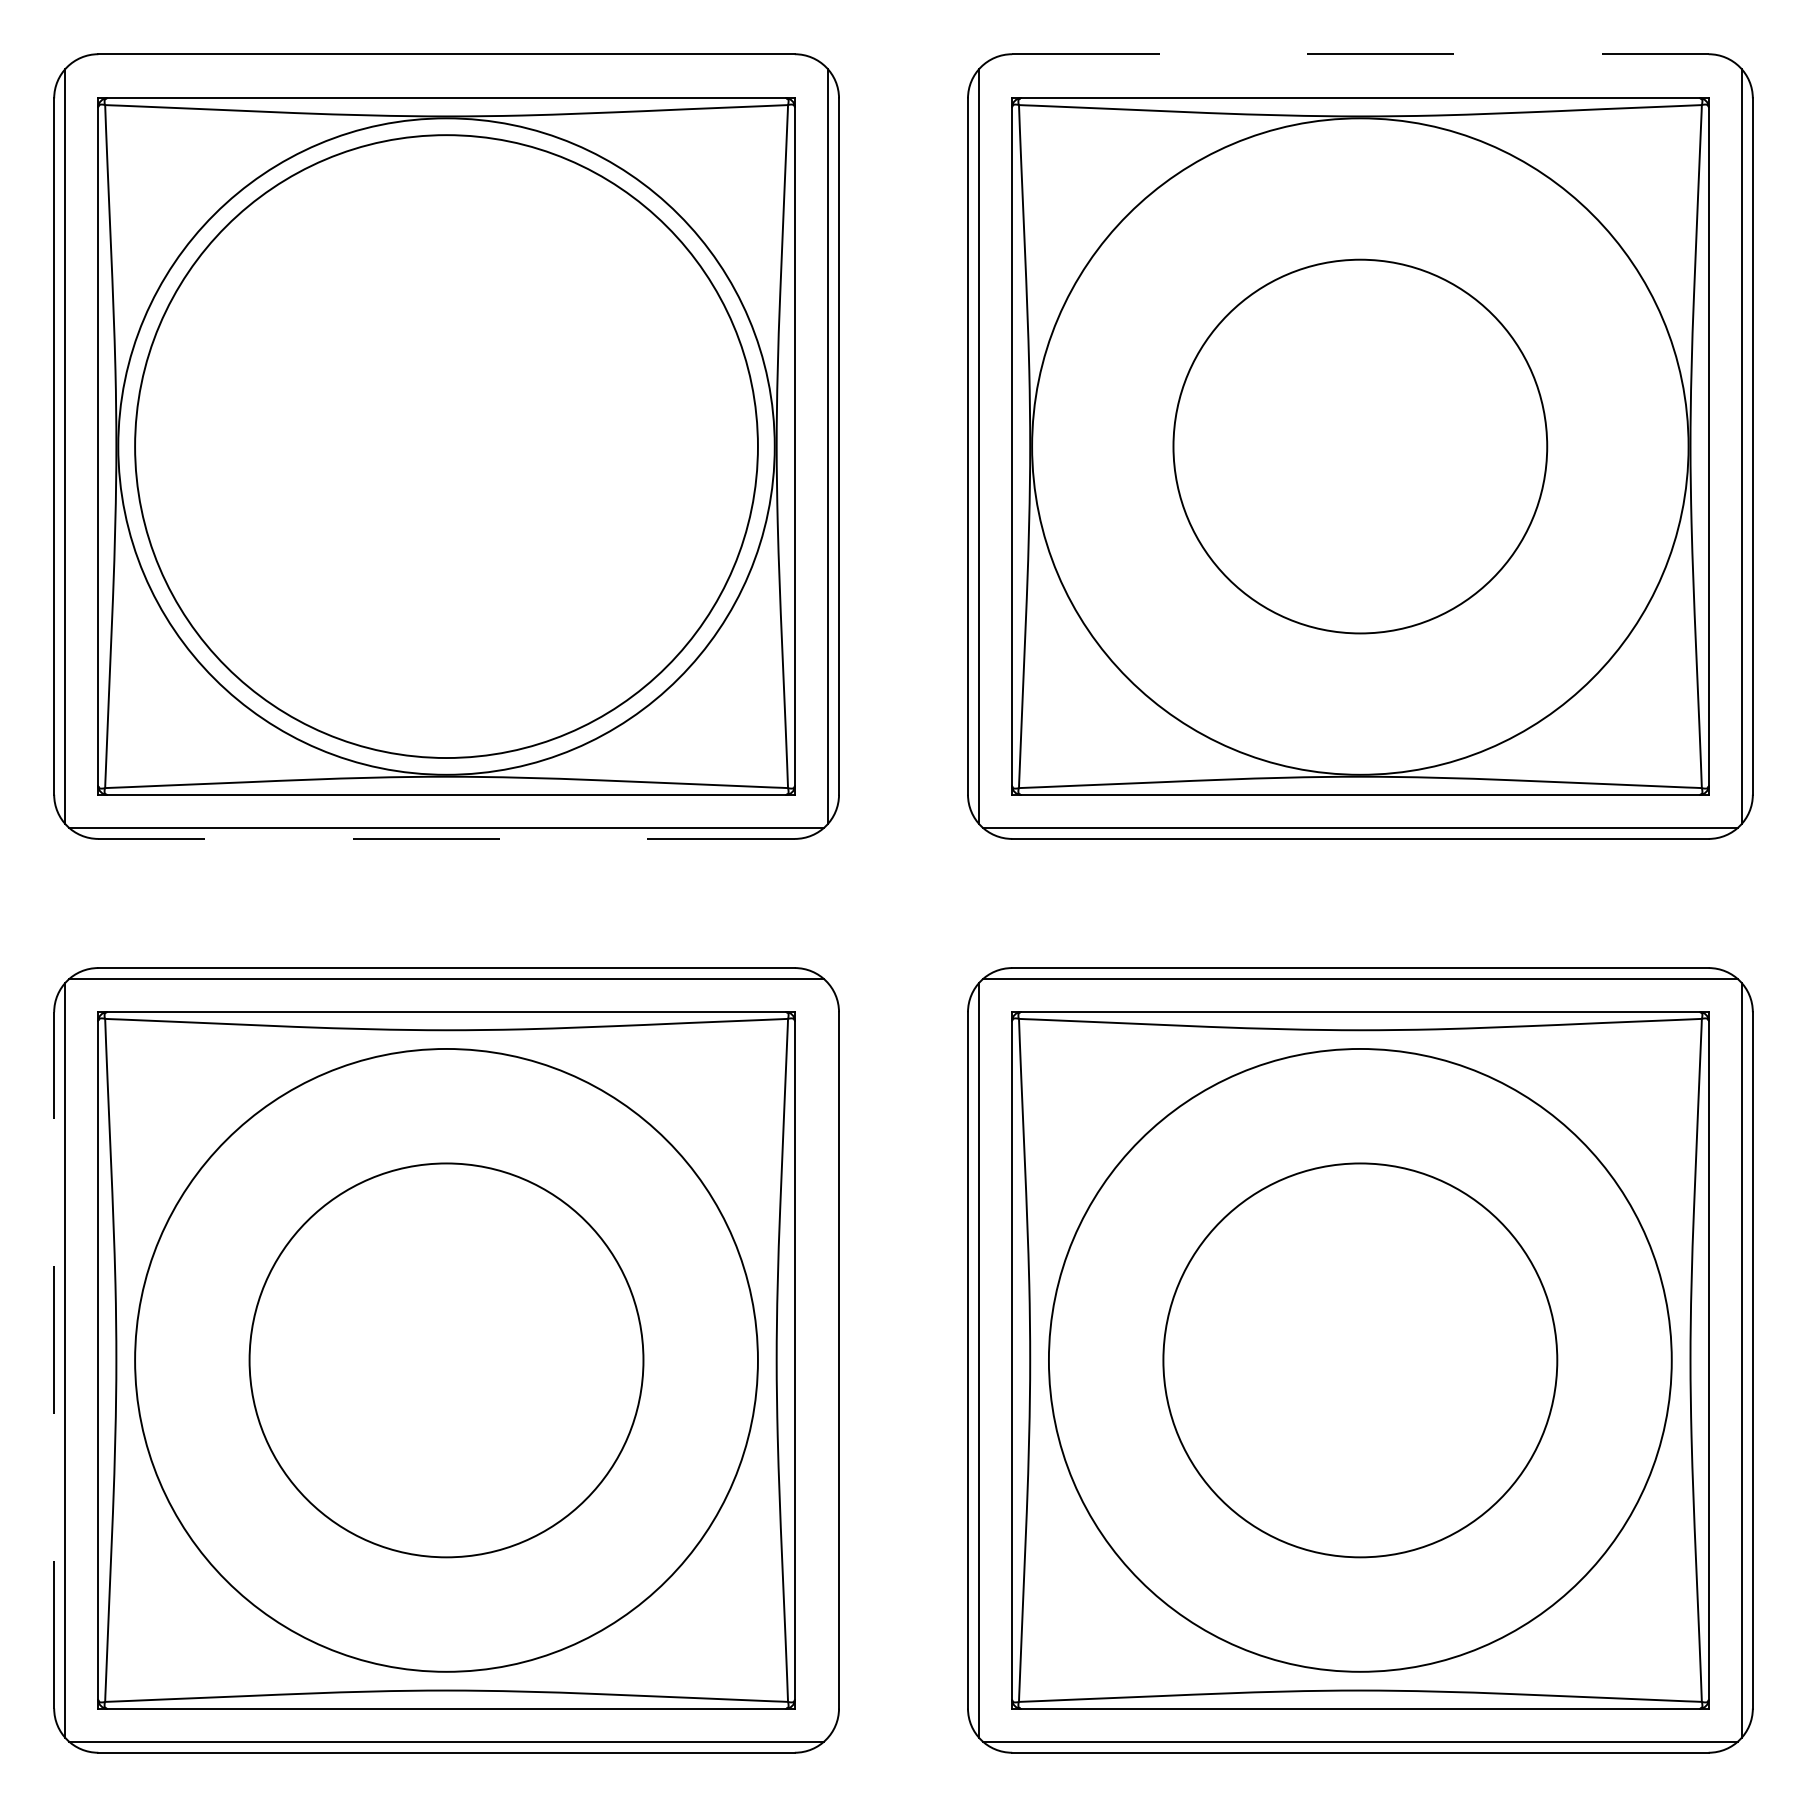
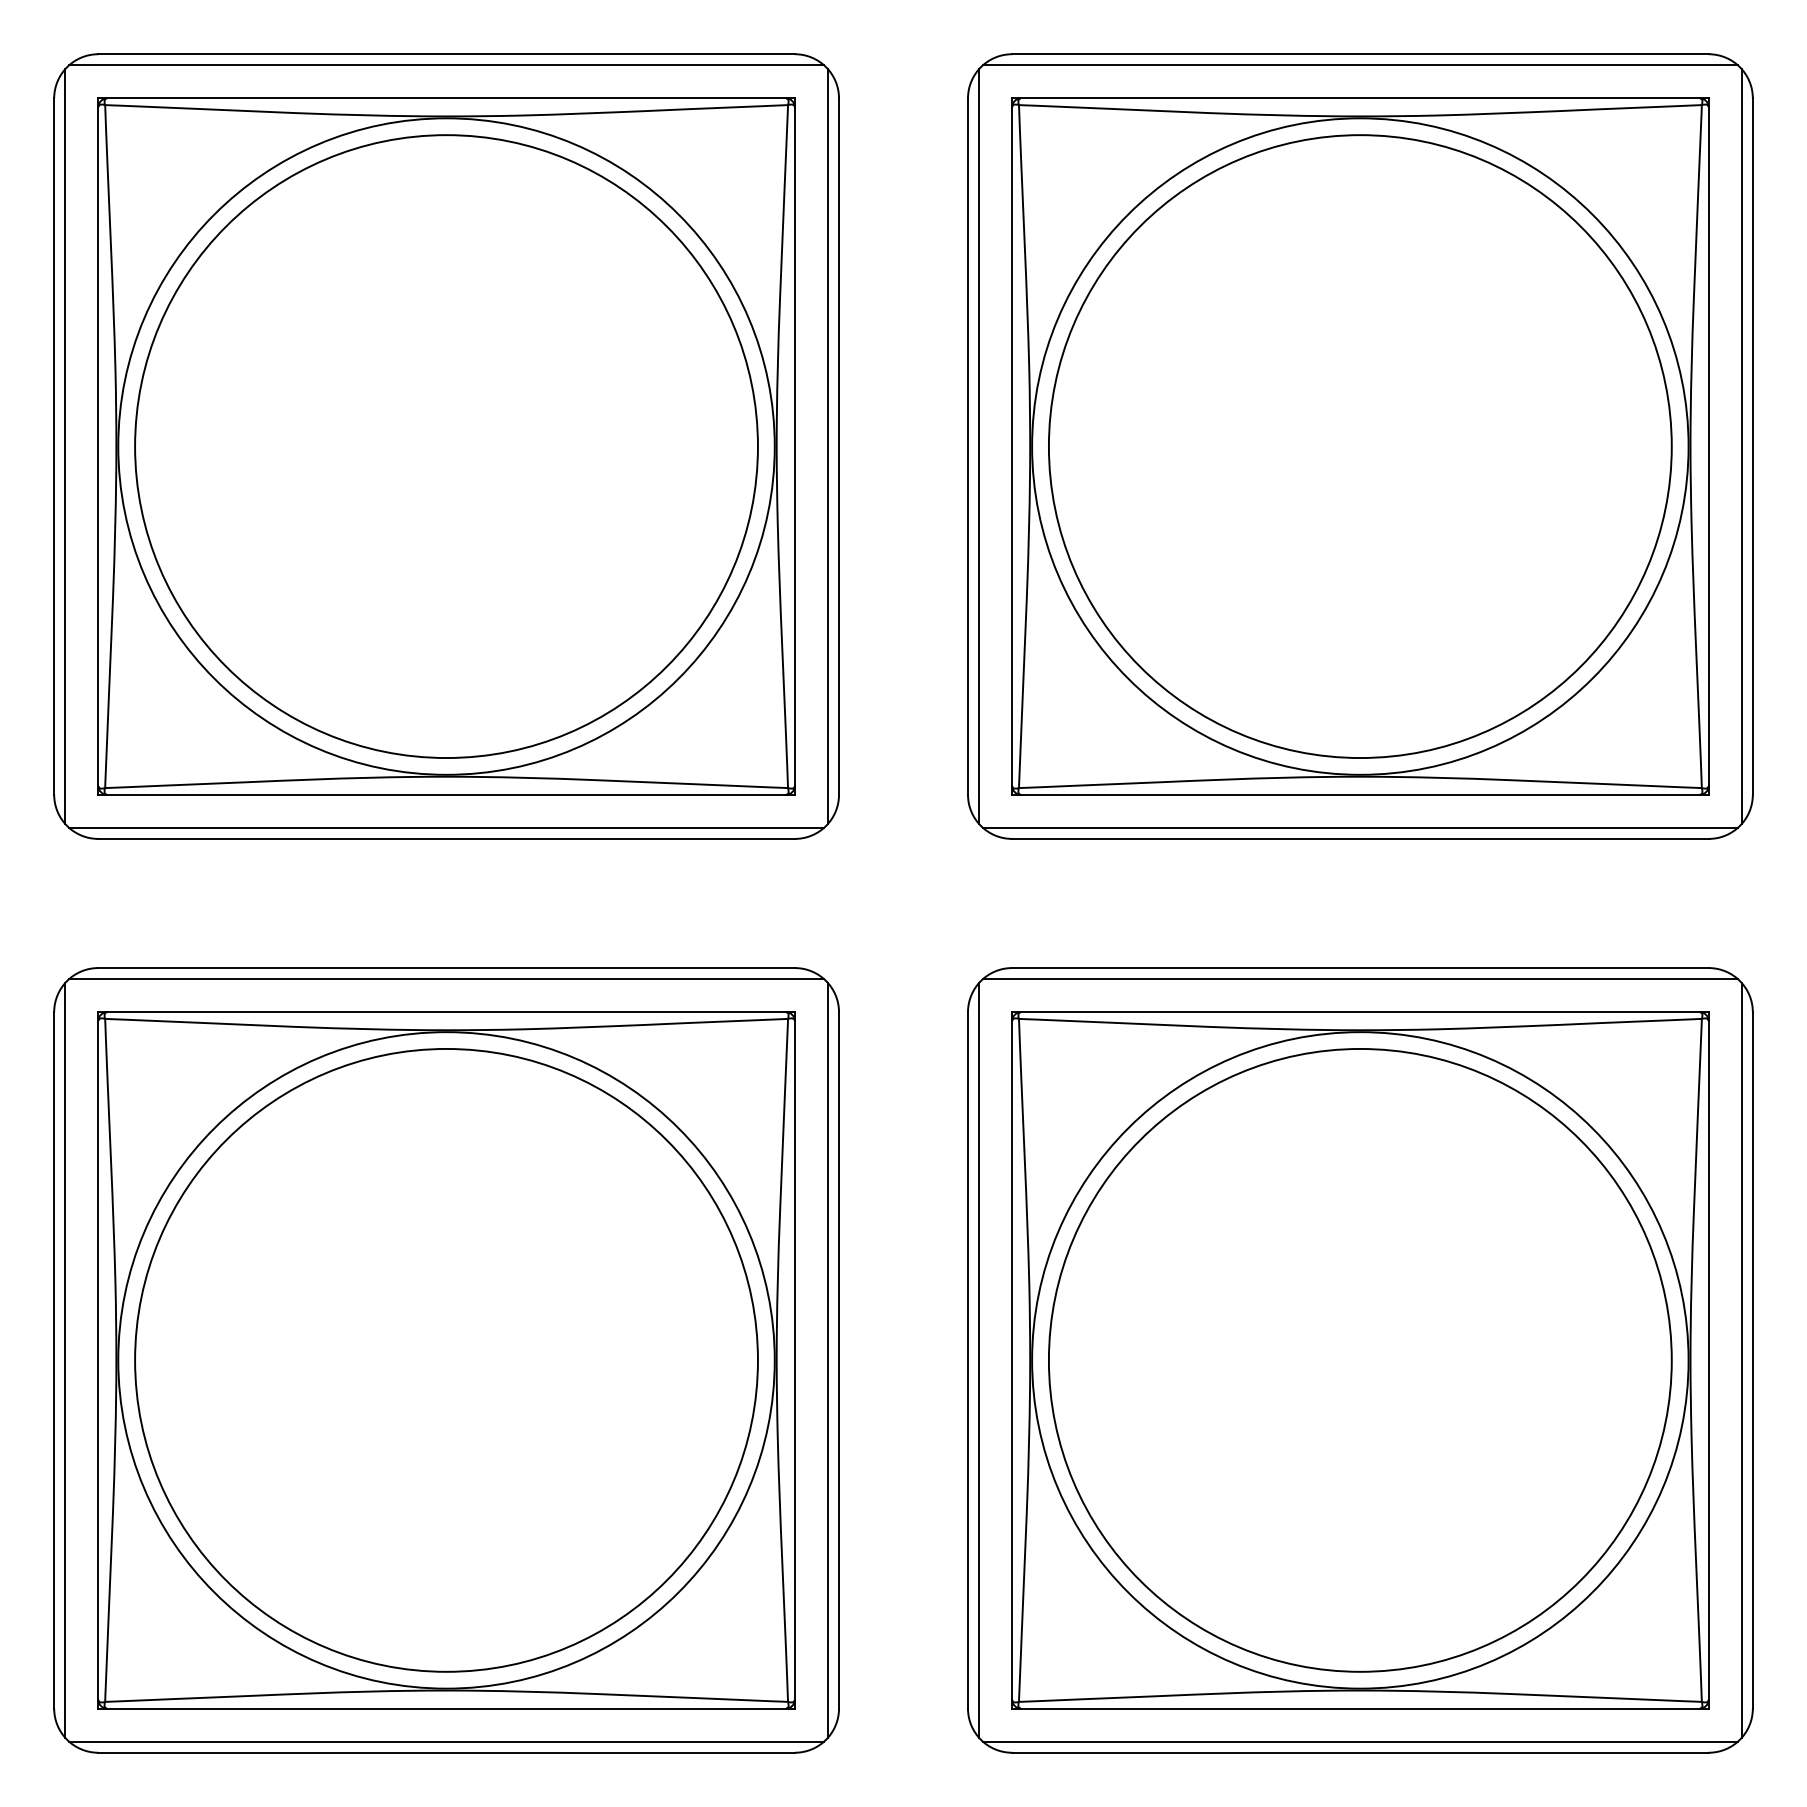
line at (1360, 54): dashed -> solid
line at (446, 65): none -> present
line at (1360, 65): none -> present
circle at (1360, 446) diameter: 374 px -> 623 px
line at (446, 838): dashed -> solid
line at (54, 1359): dashed -> solid
circle at (446, 1360) diameter: 394 px -> 656 px
line at (828, 1360): none -> present
circle at (1360, 1360) diameter: 394 px -> 656 px
